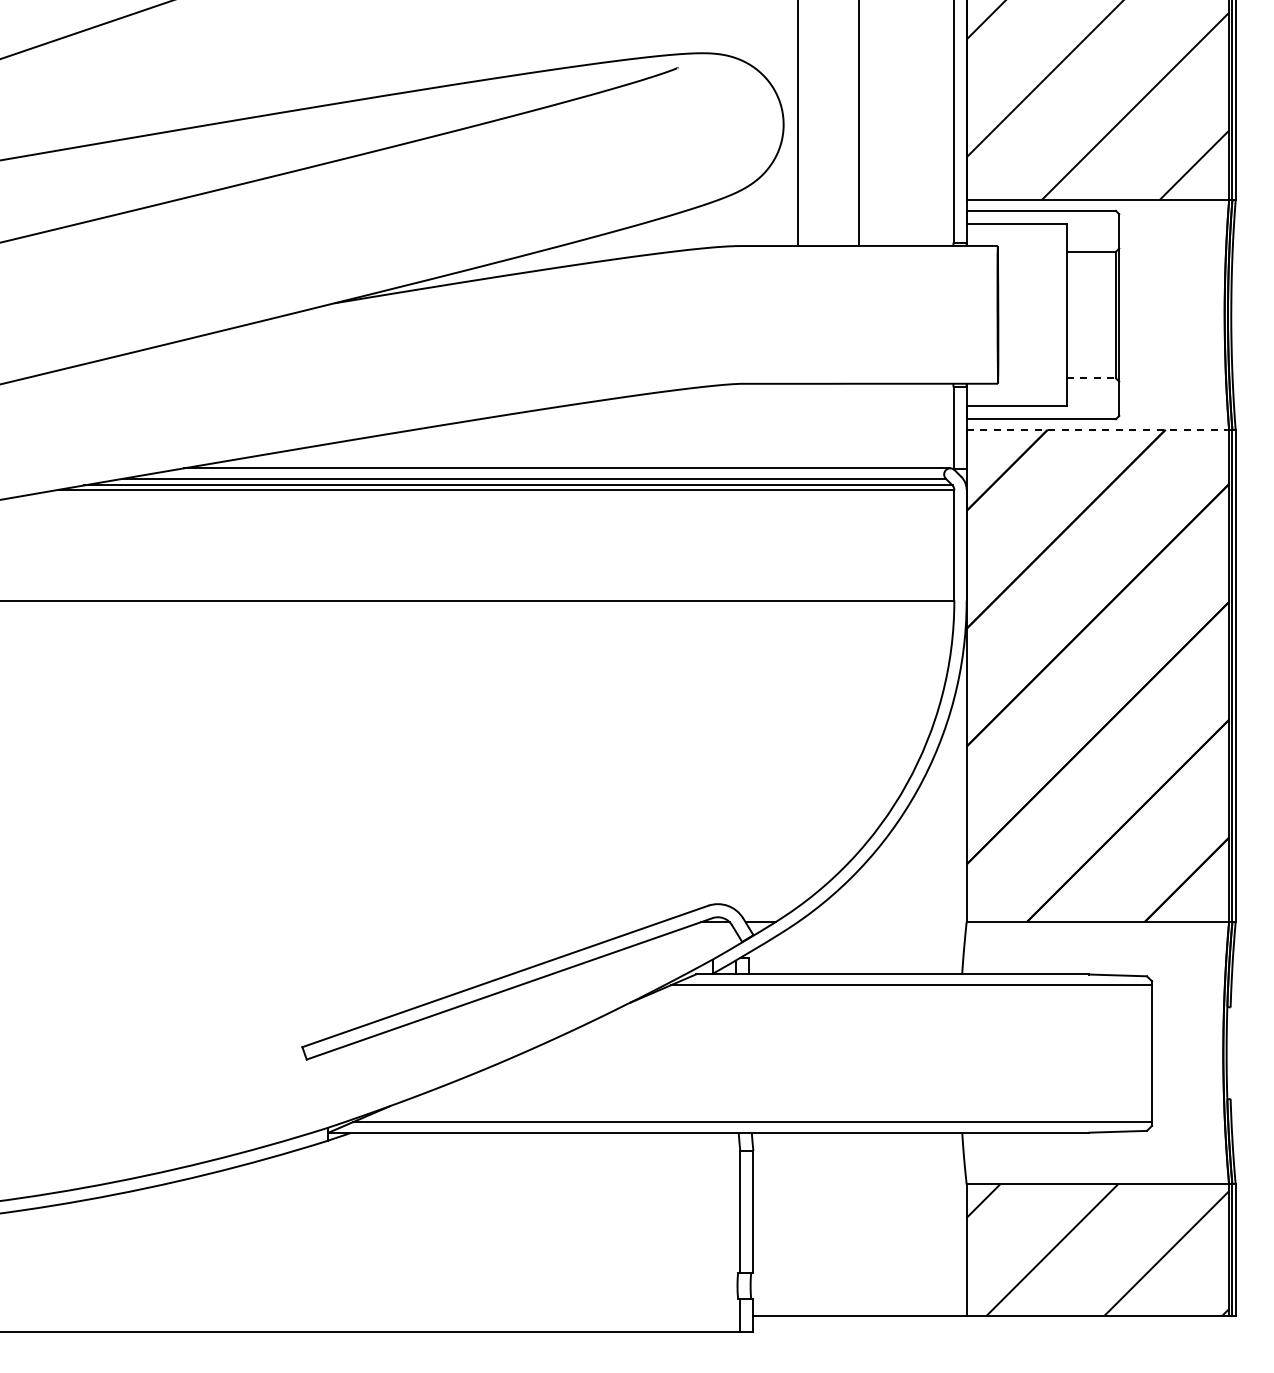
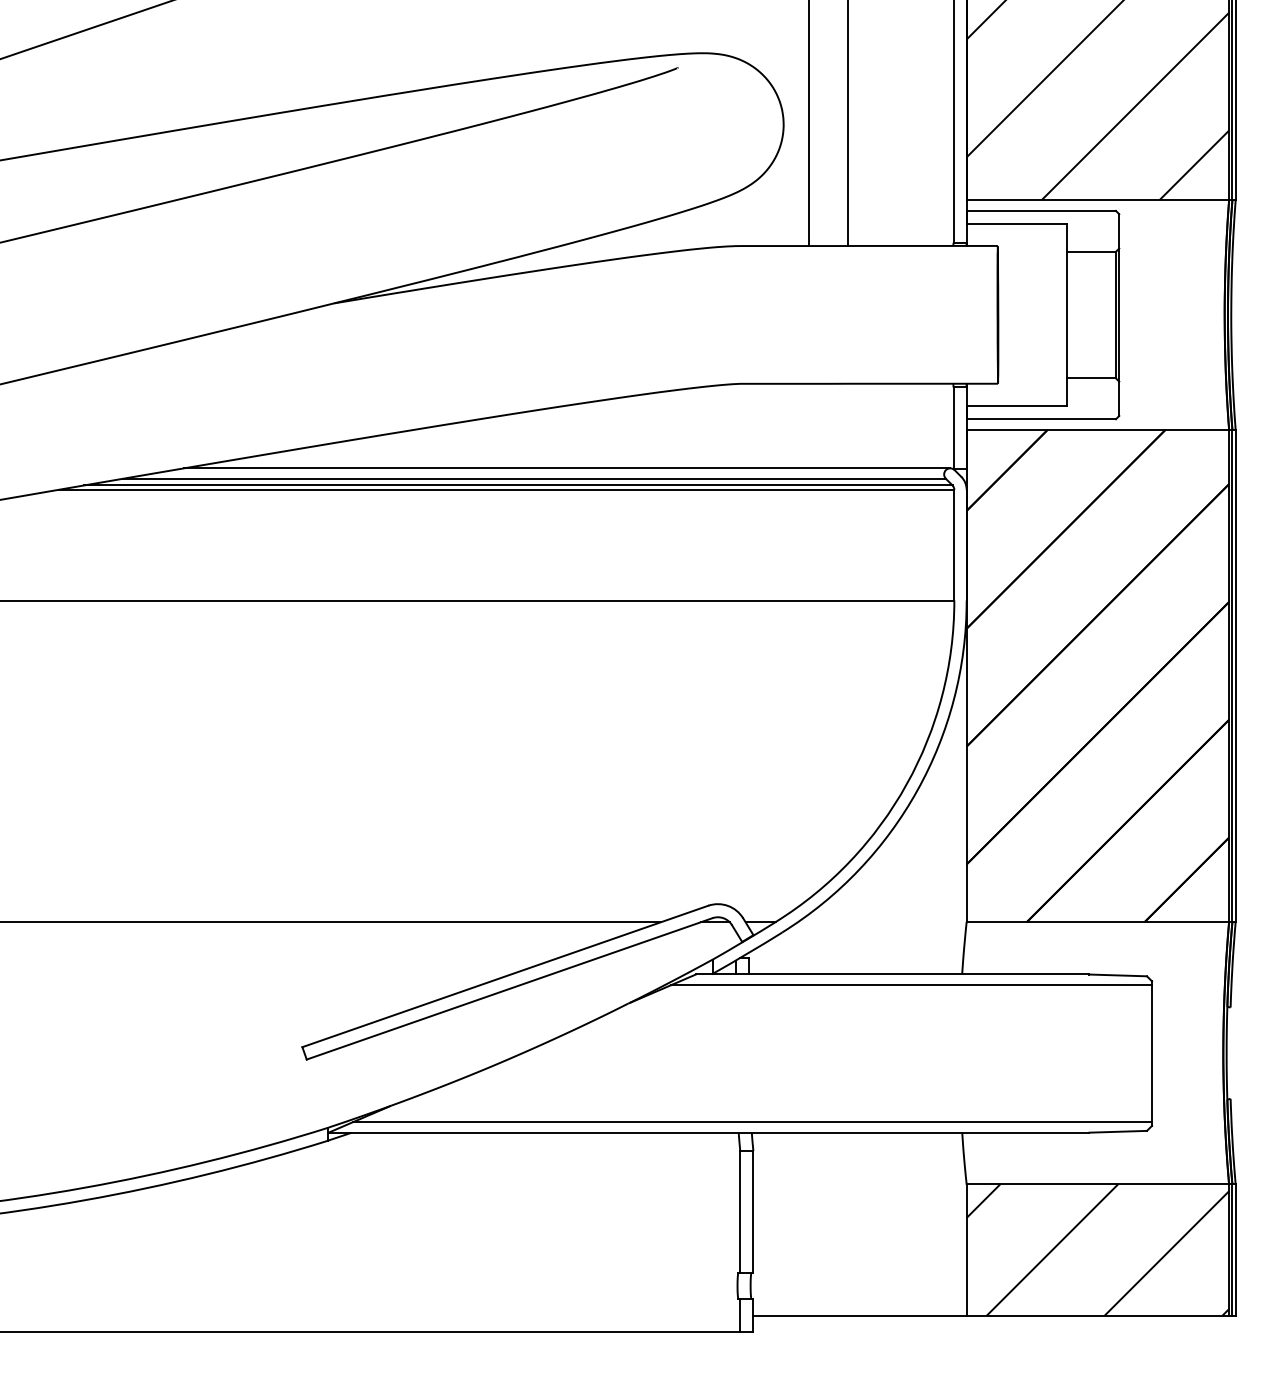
line at (797, 124) position: (797, 124) -> (808, 124)
line at (859, 124) position: (859, 124) -> (848, 124)
line at (1091, 378): dashed -> solid
line at (1098, 429): dashed -> solid
line at (331, 922): none -> present
